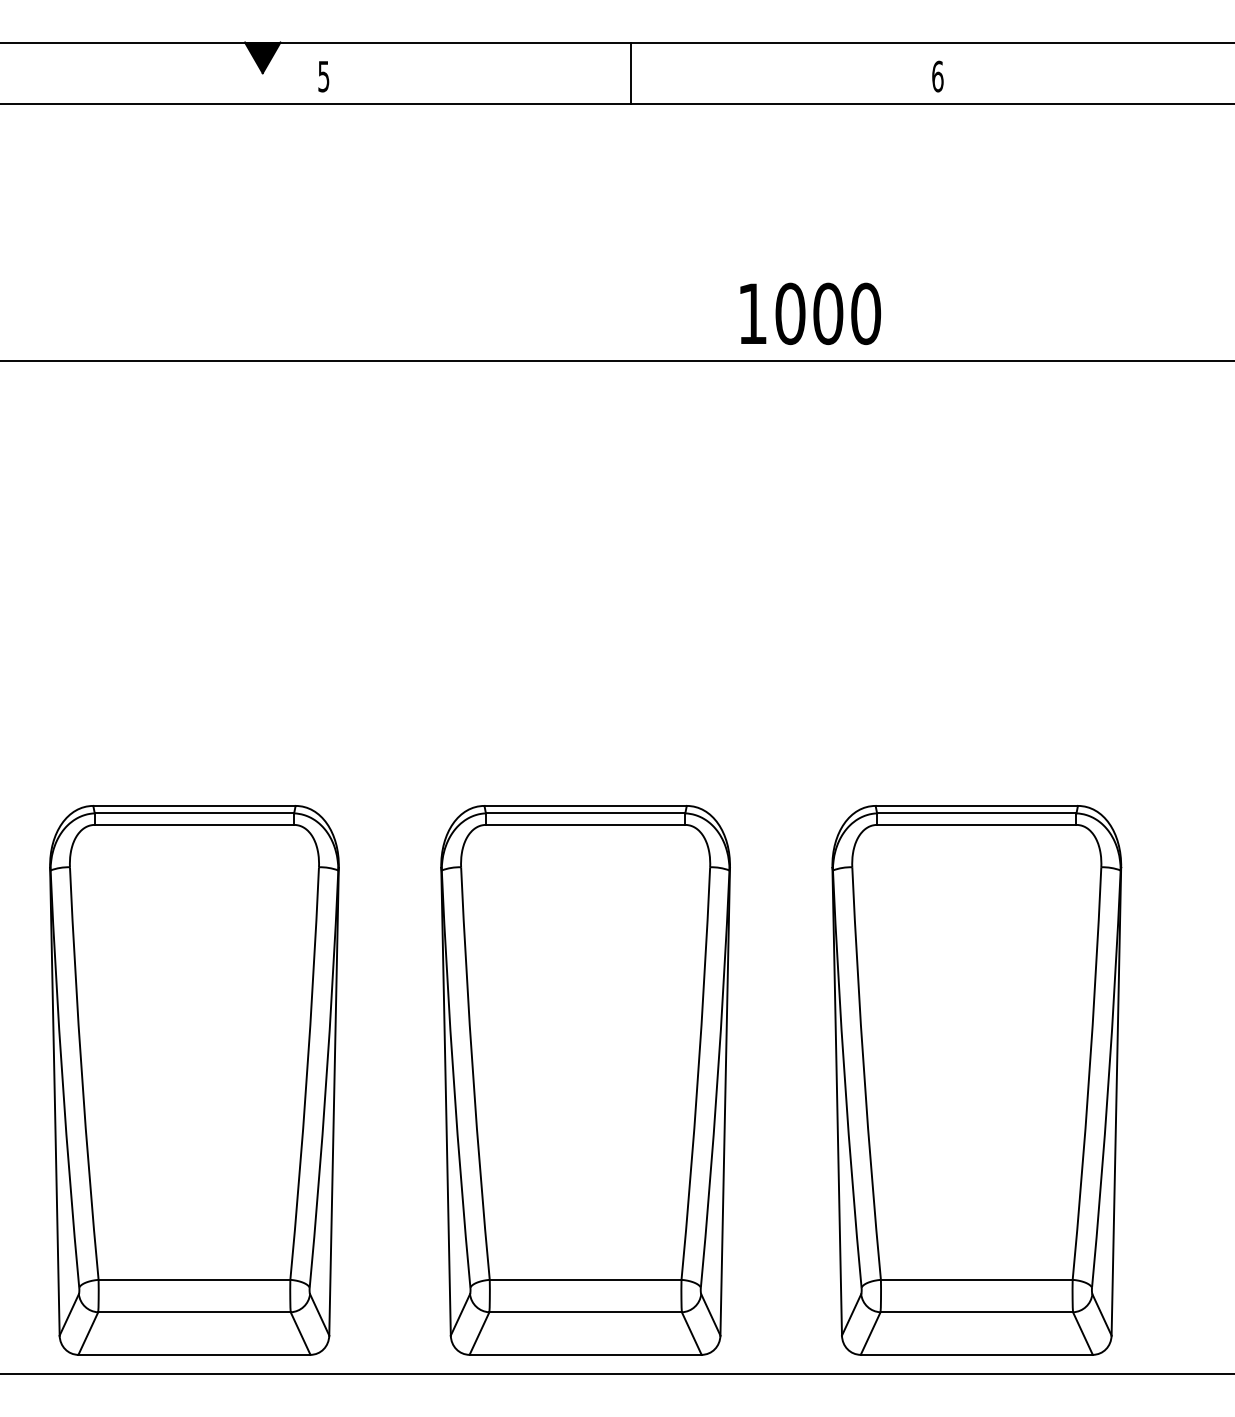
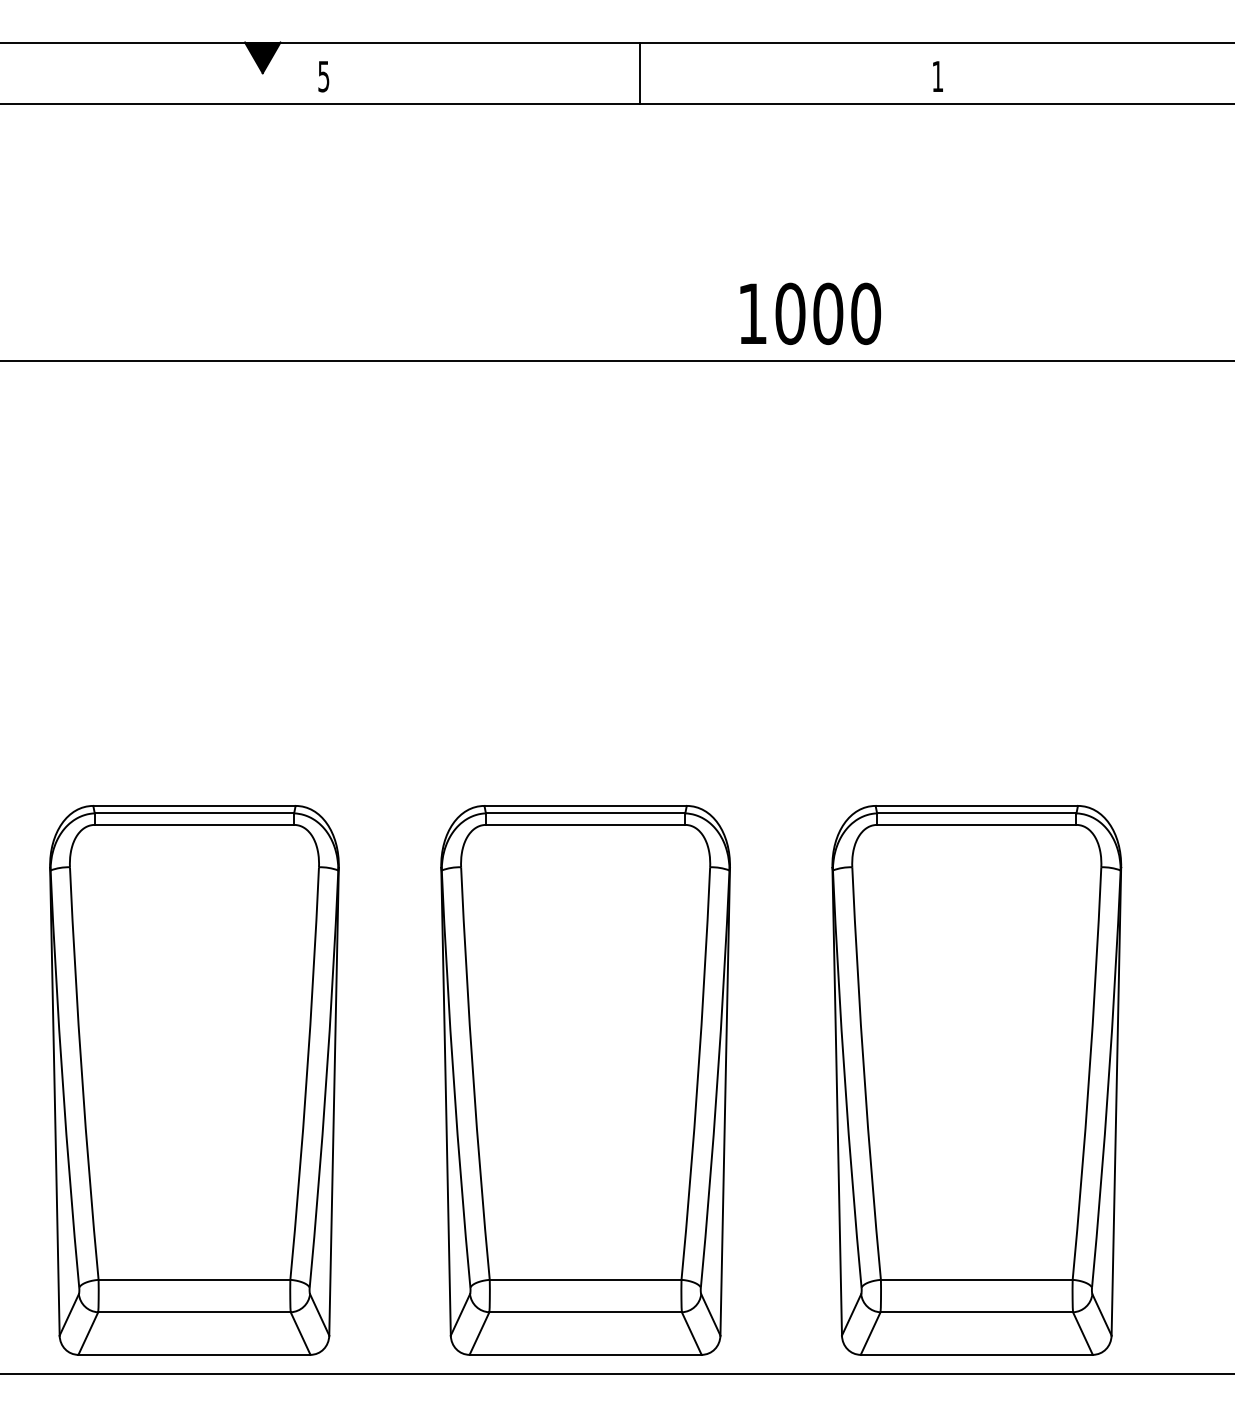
line at (631, 72) position: (631, 72) -> (640, 72)
text at (937, 76): 6 -> 1
